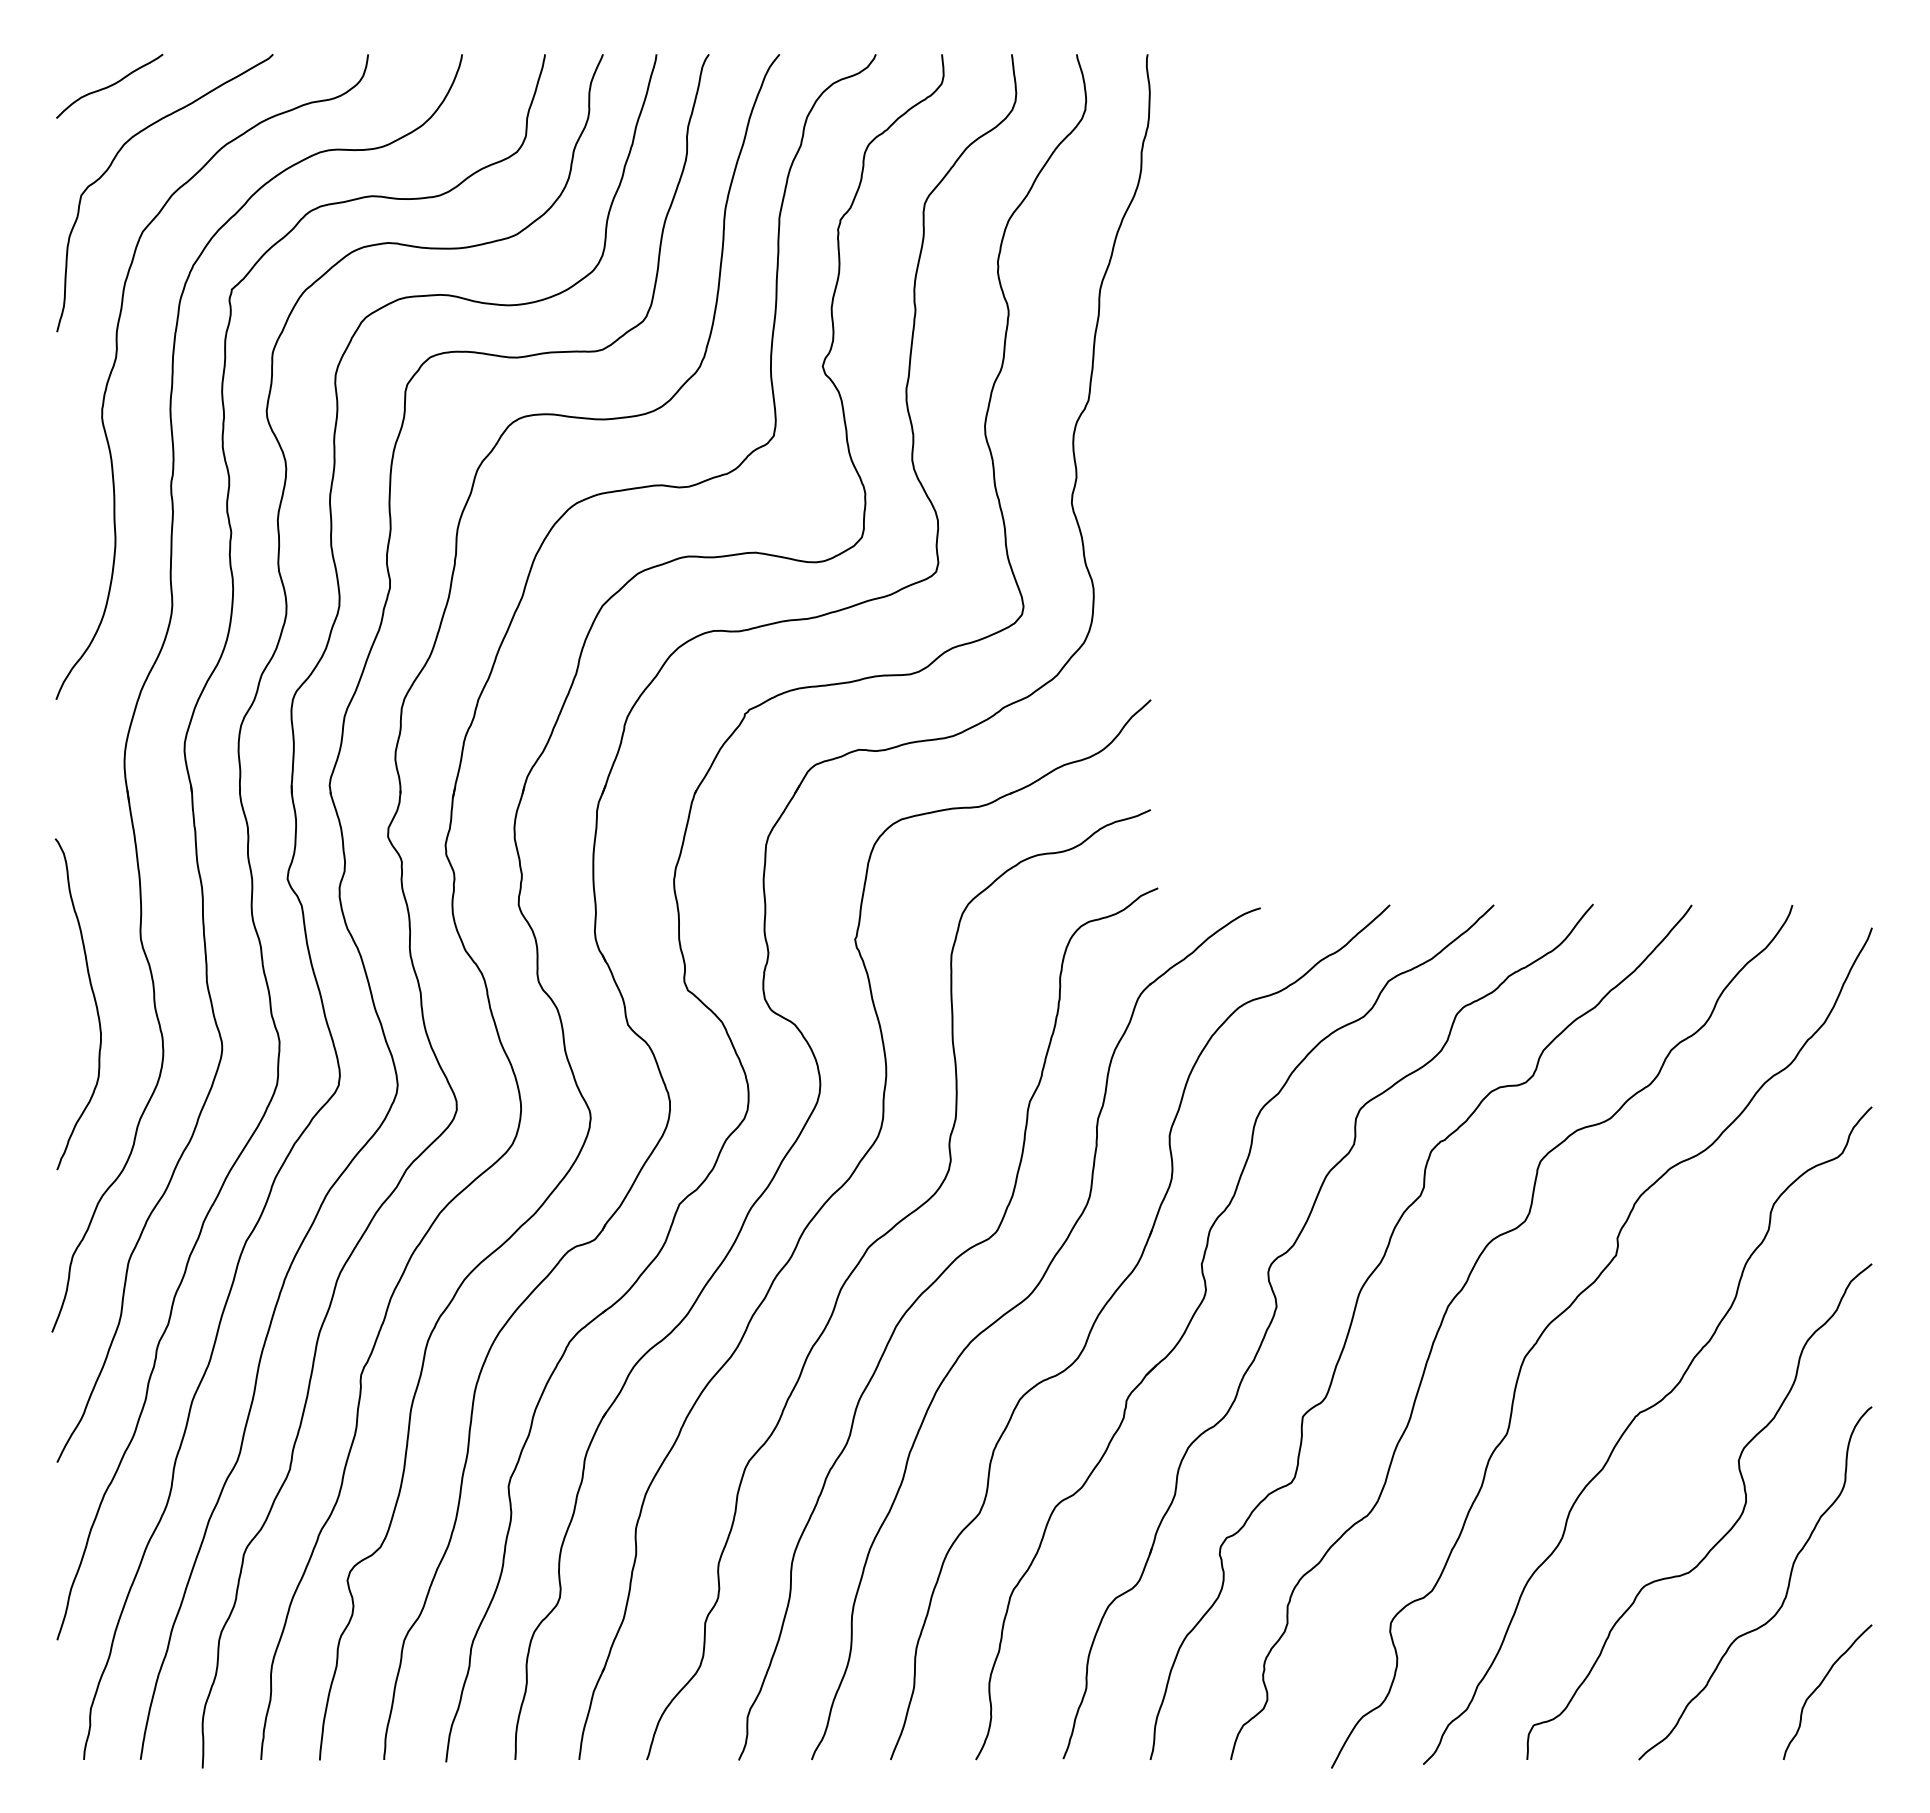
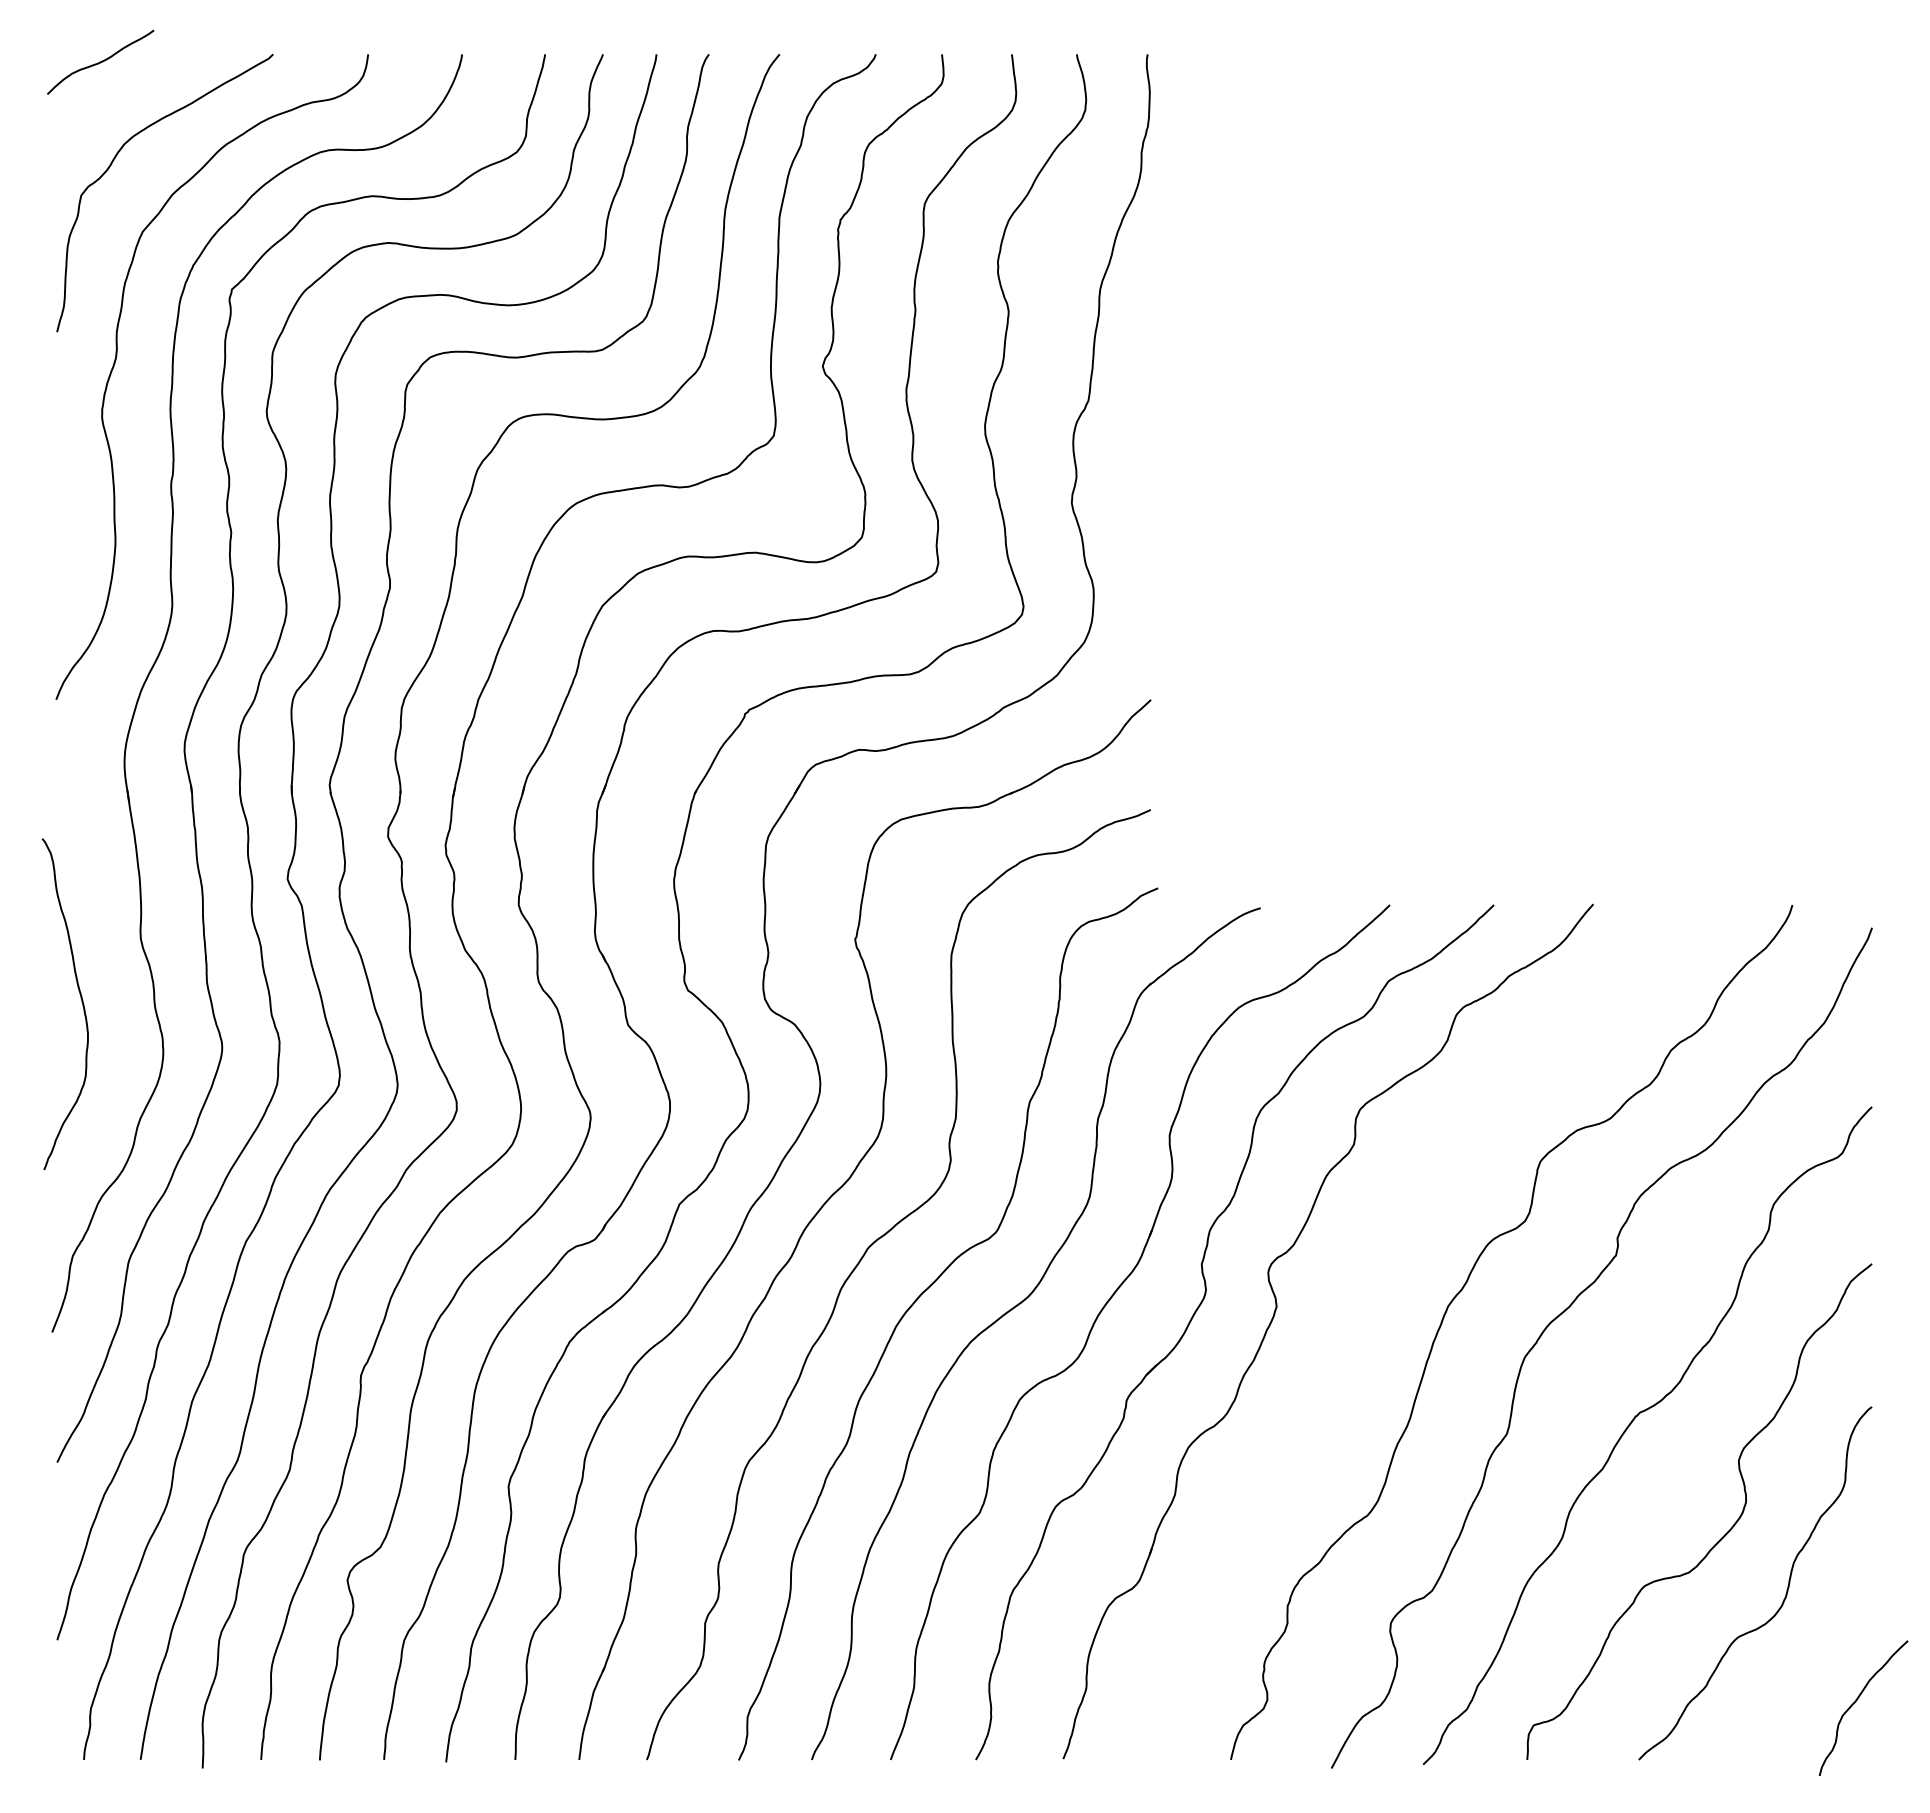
curve at (109, 85) position: (109, 85) -> (100, 61)
curve at (93, 998) position: (93, 998) -> (80, 998)
curve at (1354, 1316): present -> none
curve at (1821, 1684) position: (1821, 1684) -> (1857, 1700)
